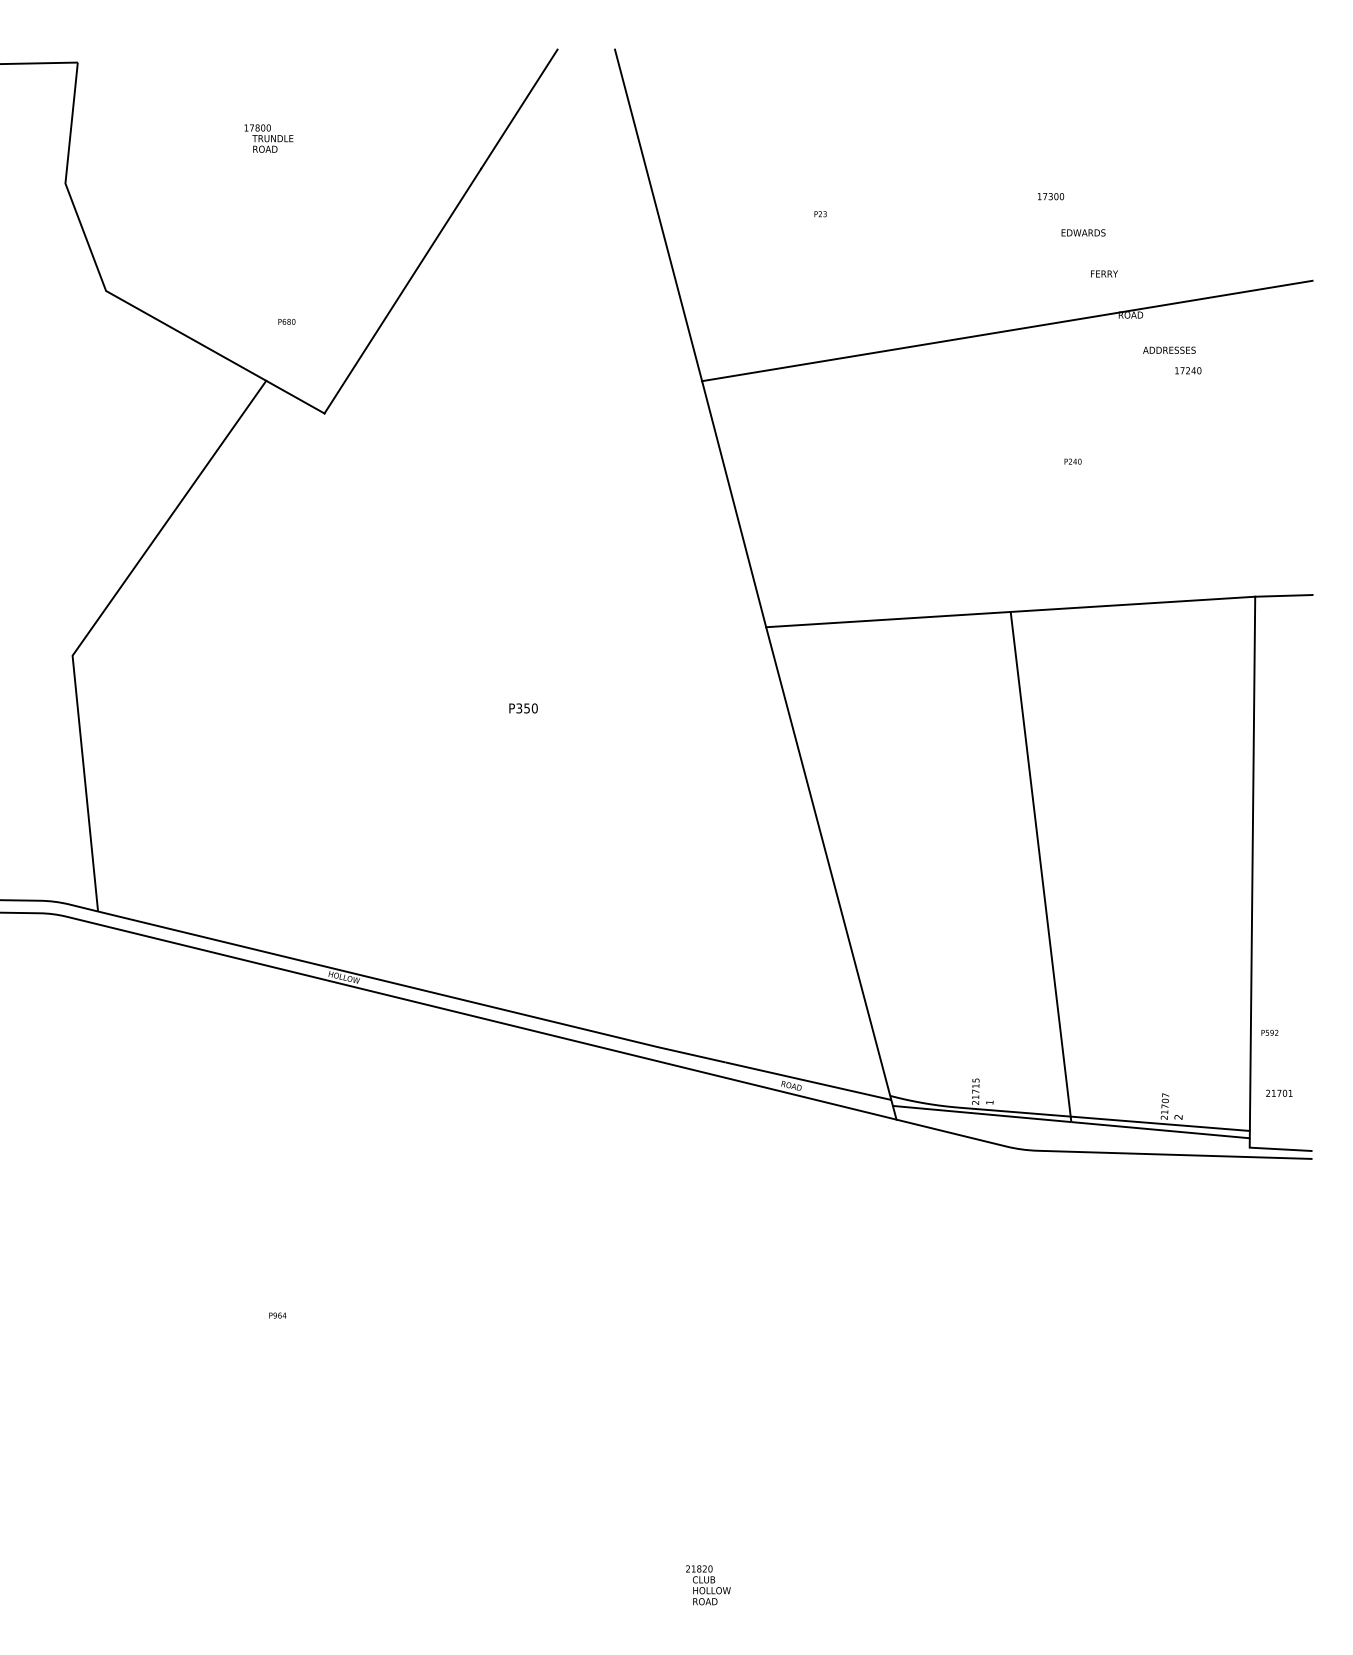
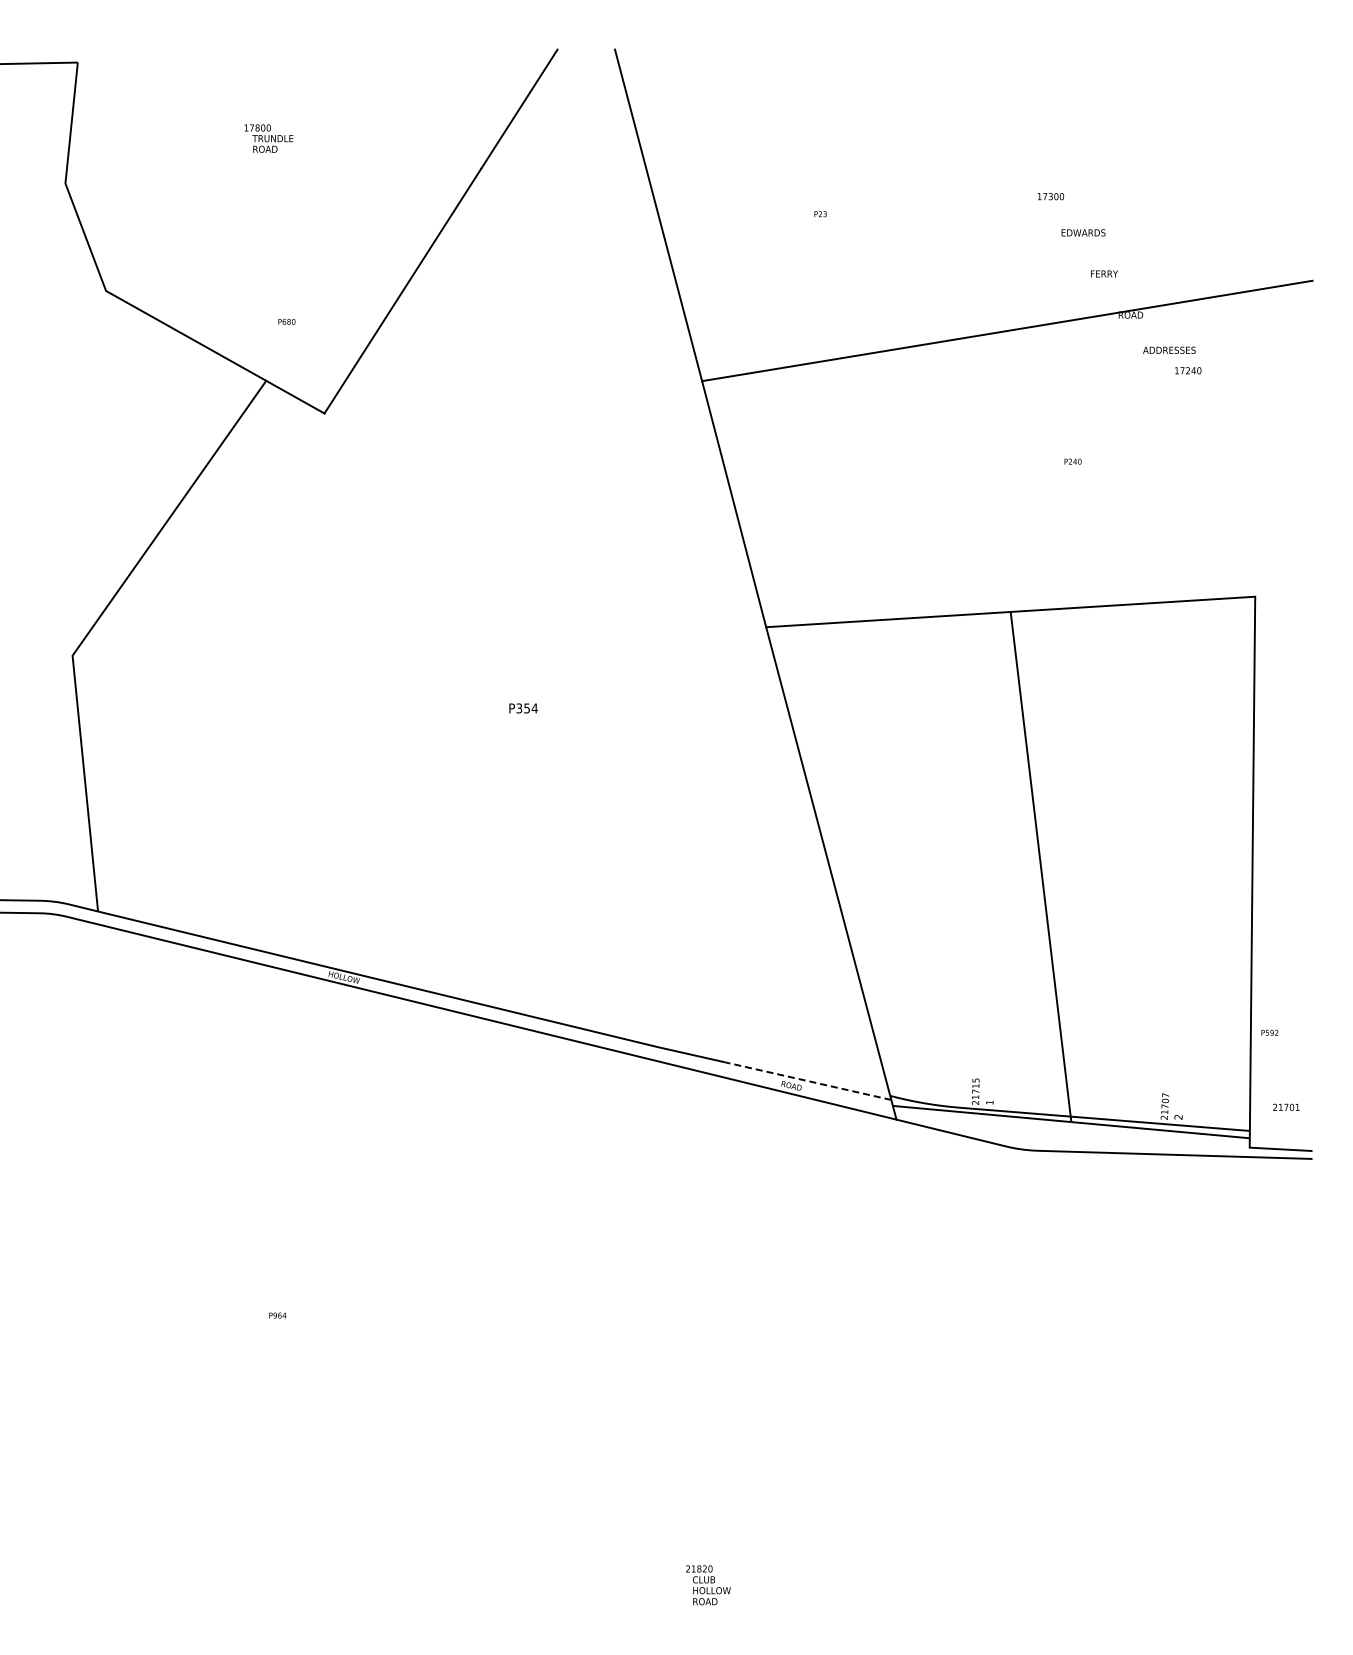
line at (1283, 595): present -> none
text at (534, 708): P350 -> P354
line at (809, 1081): solid -> dashed
text at (1279, 1092) position: (1279, 1092) -> (1286, 1106)
